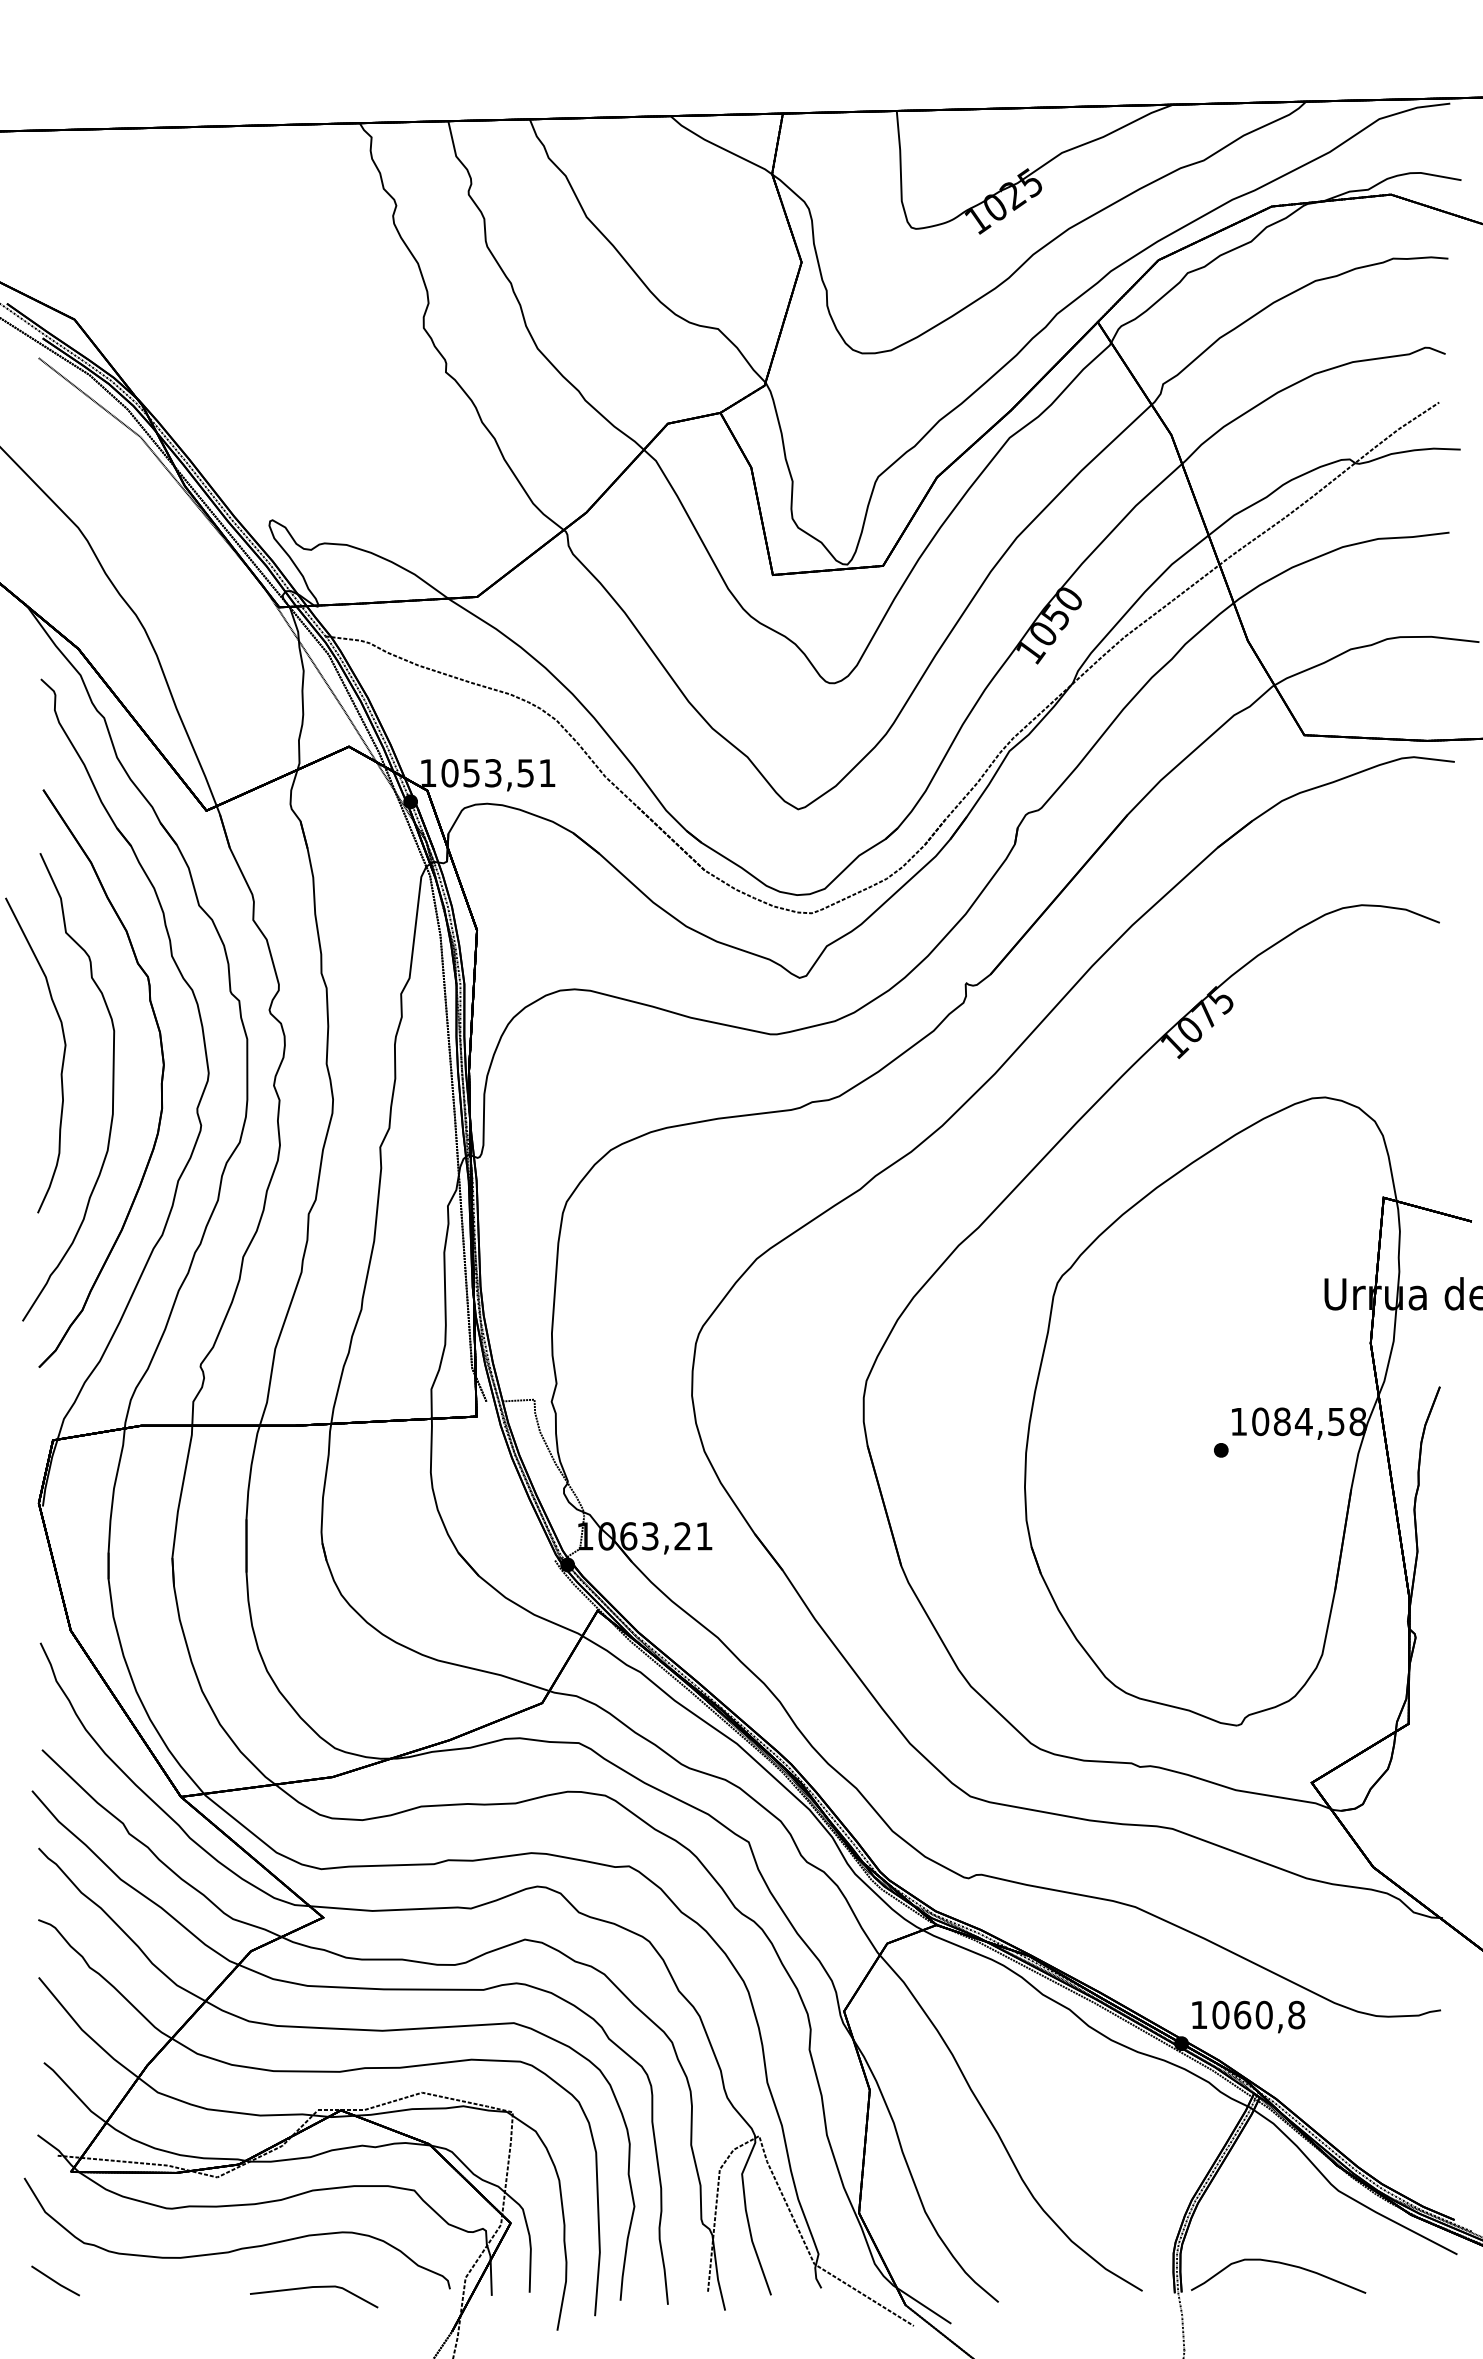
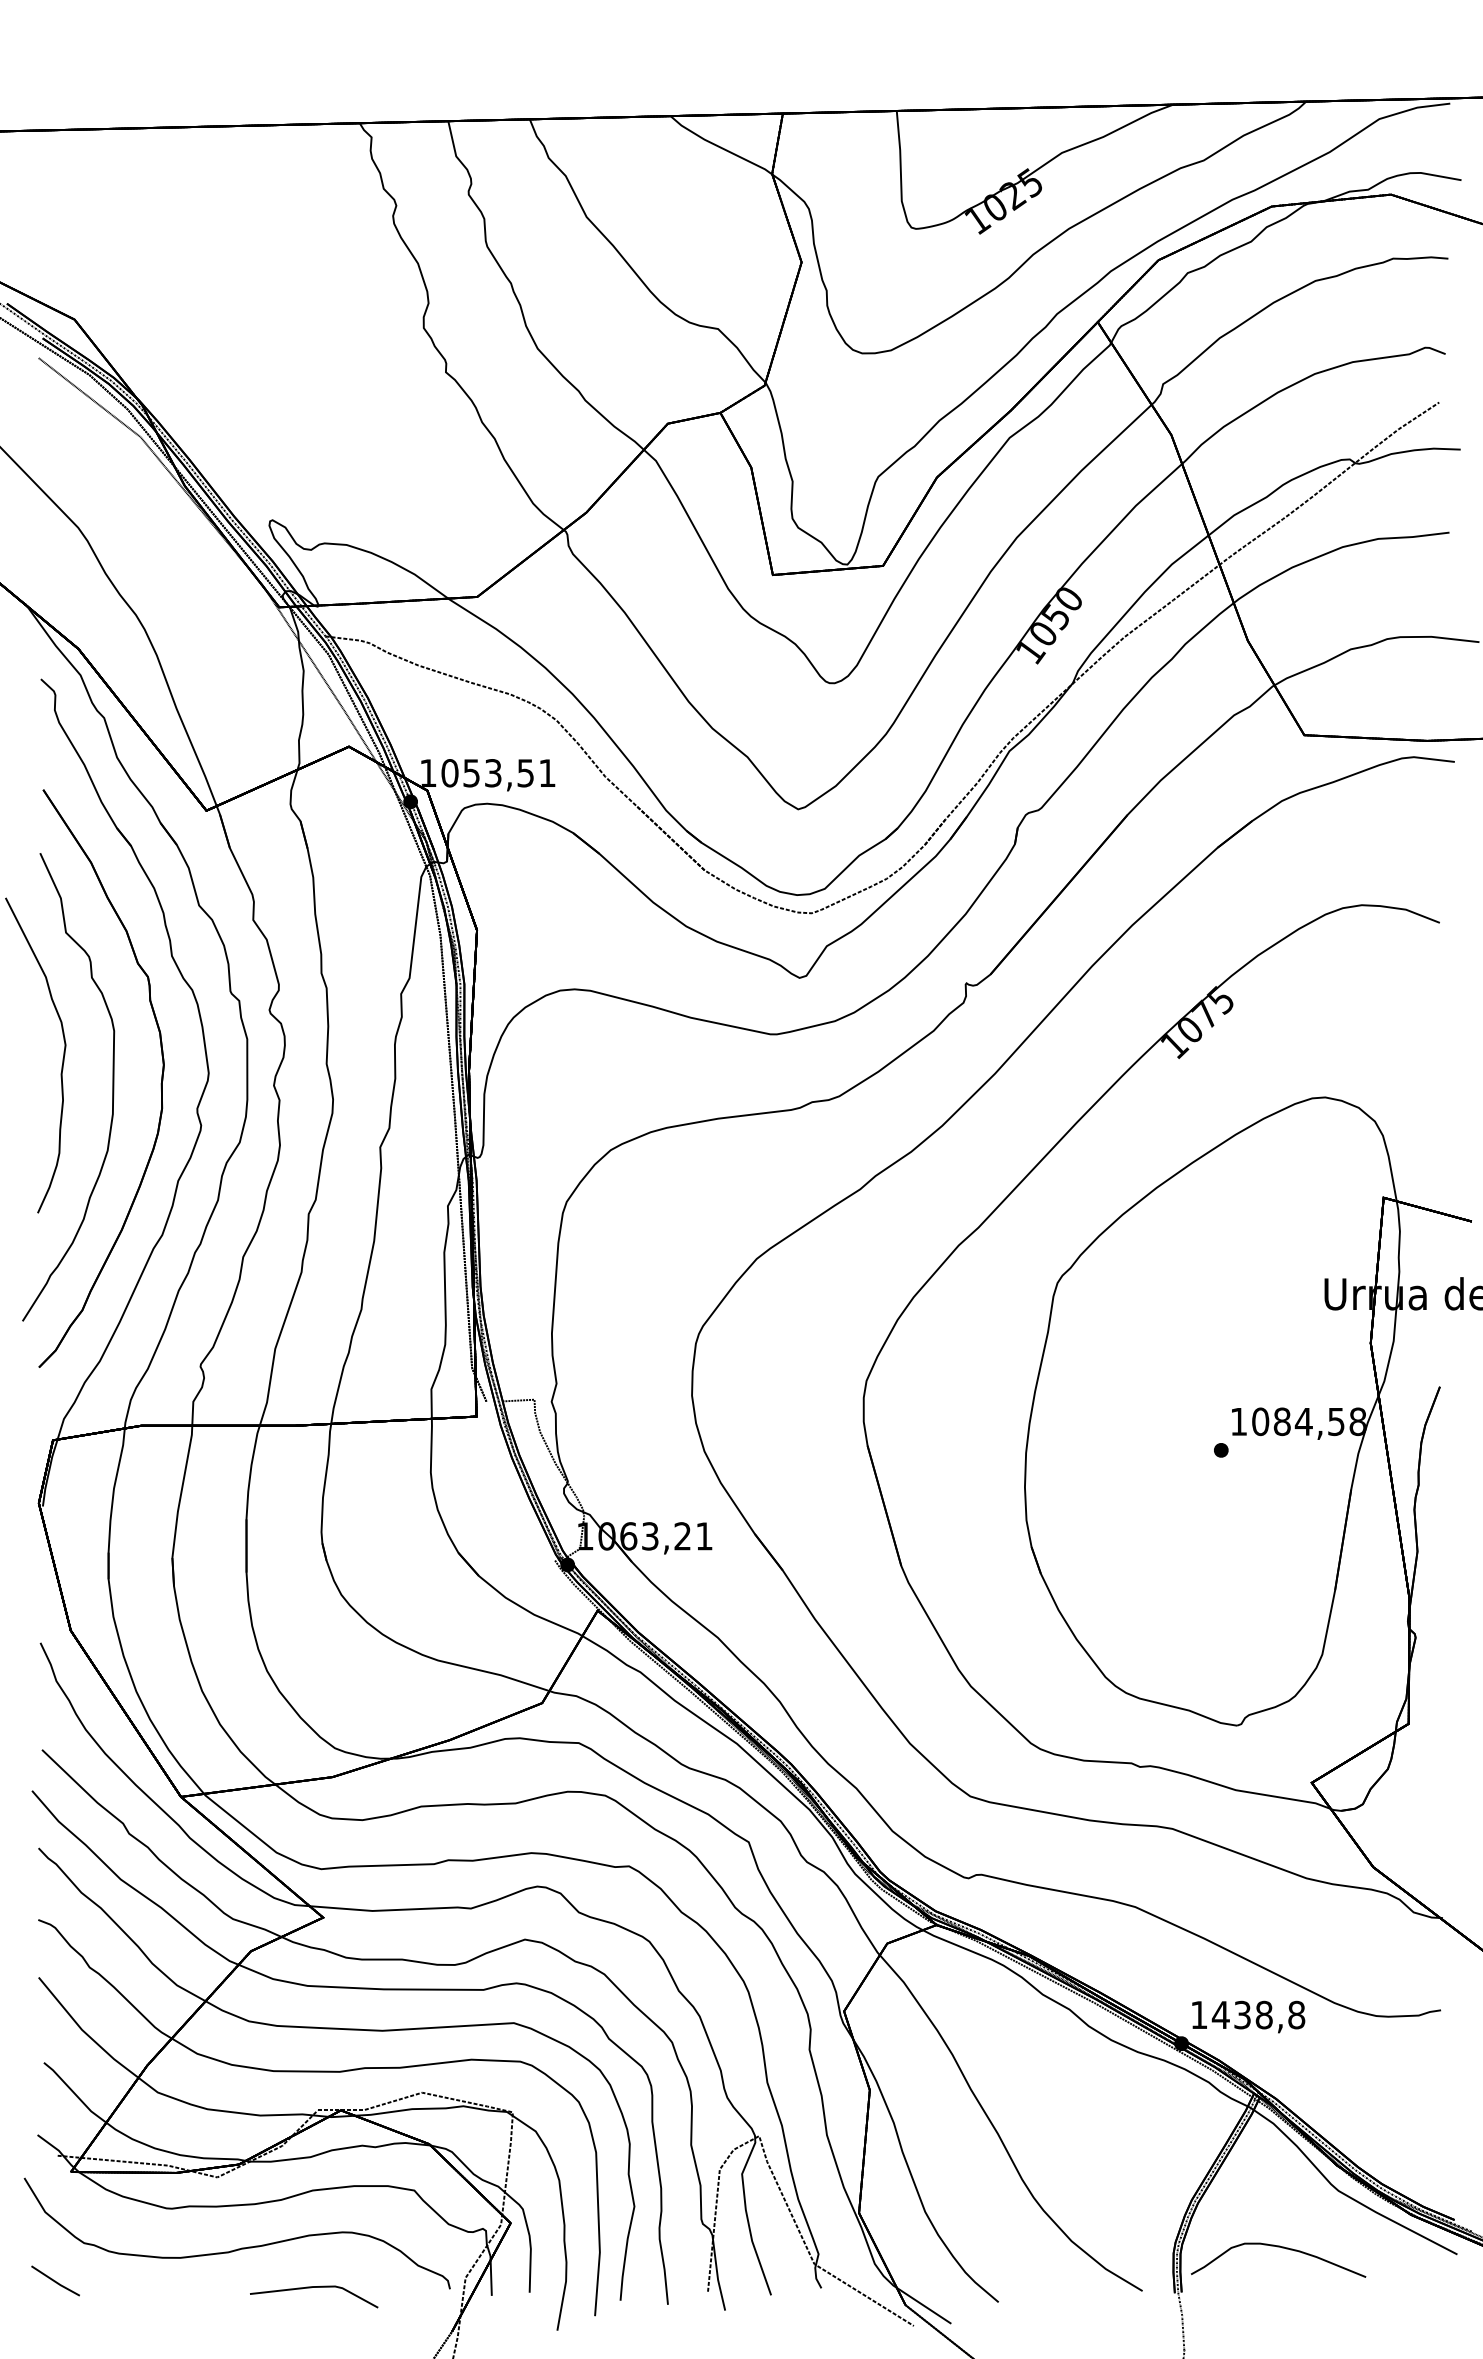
text at (1241, 2014): 1060,8 -> 1438,8
curve at (1282, 2264) position: (1282, 2264) -> (1282, 2248)
